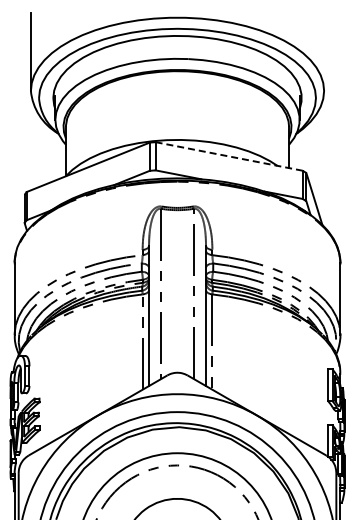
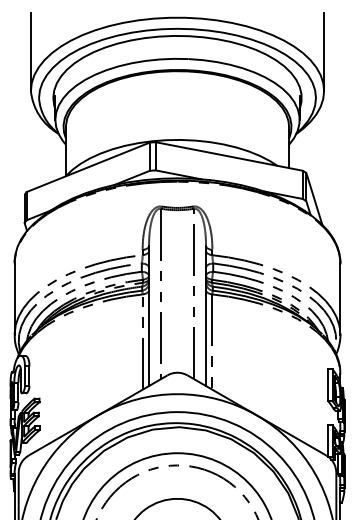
line at (324, 51): none -> present
line at (229, 156): dashed -> solid
